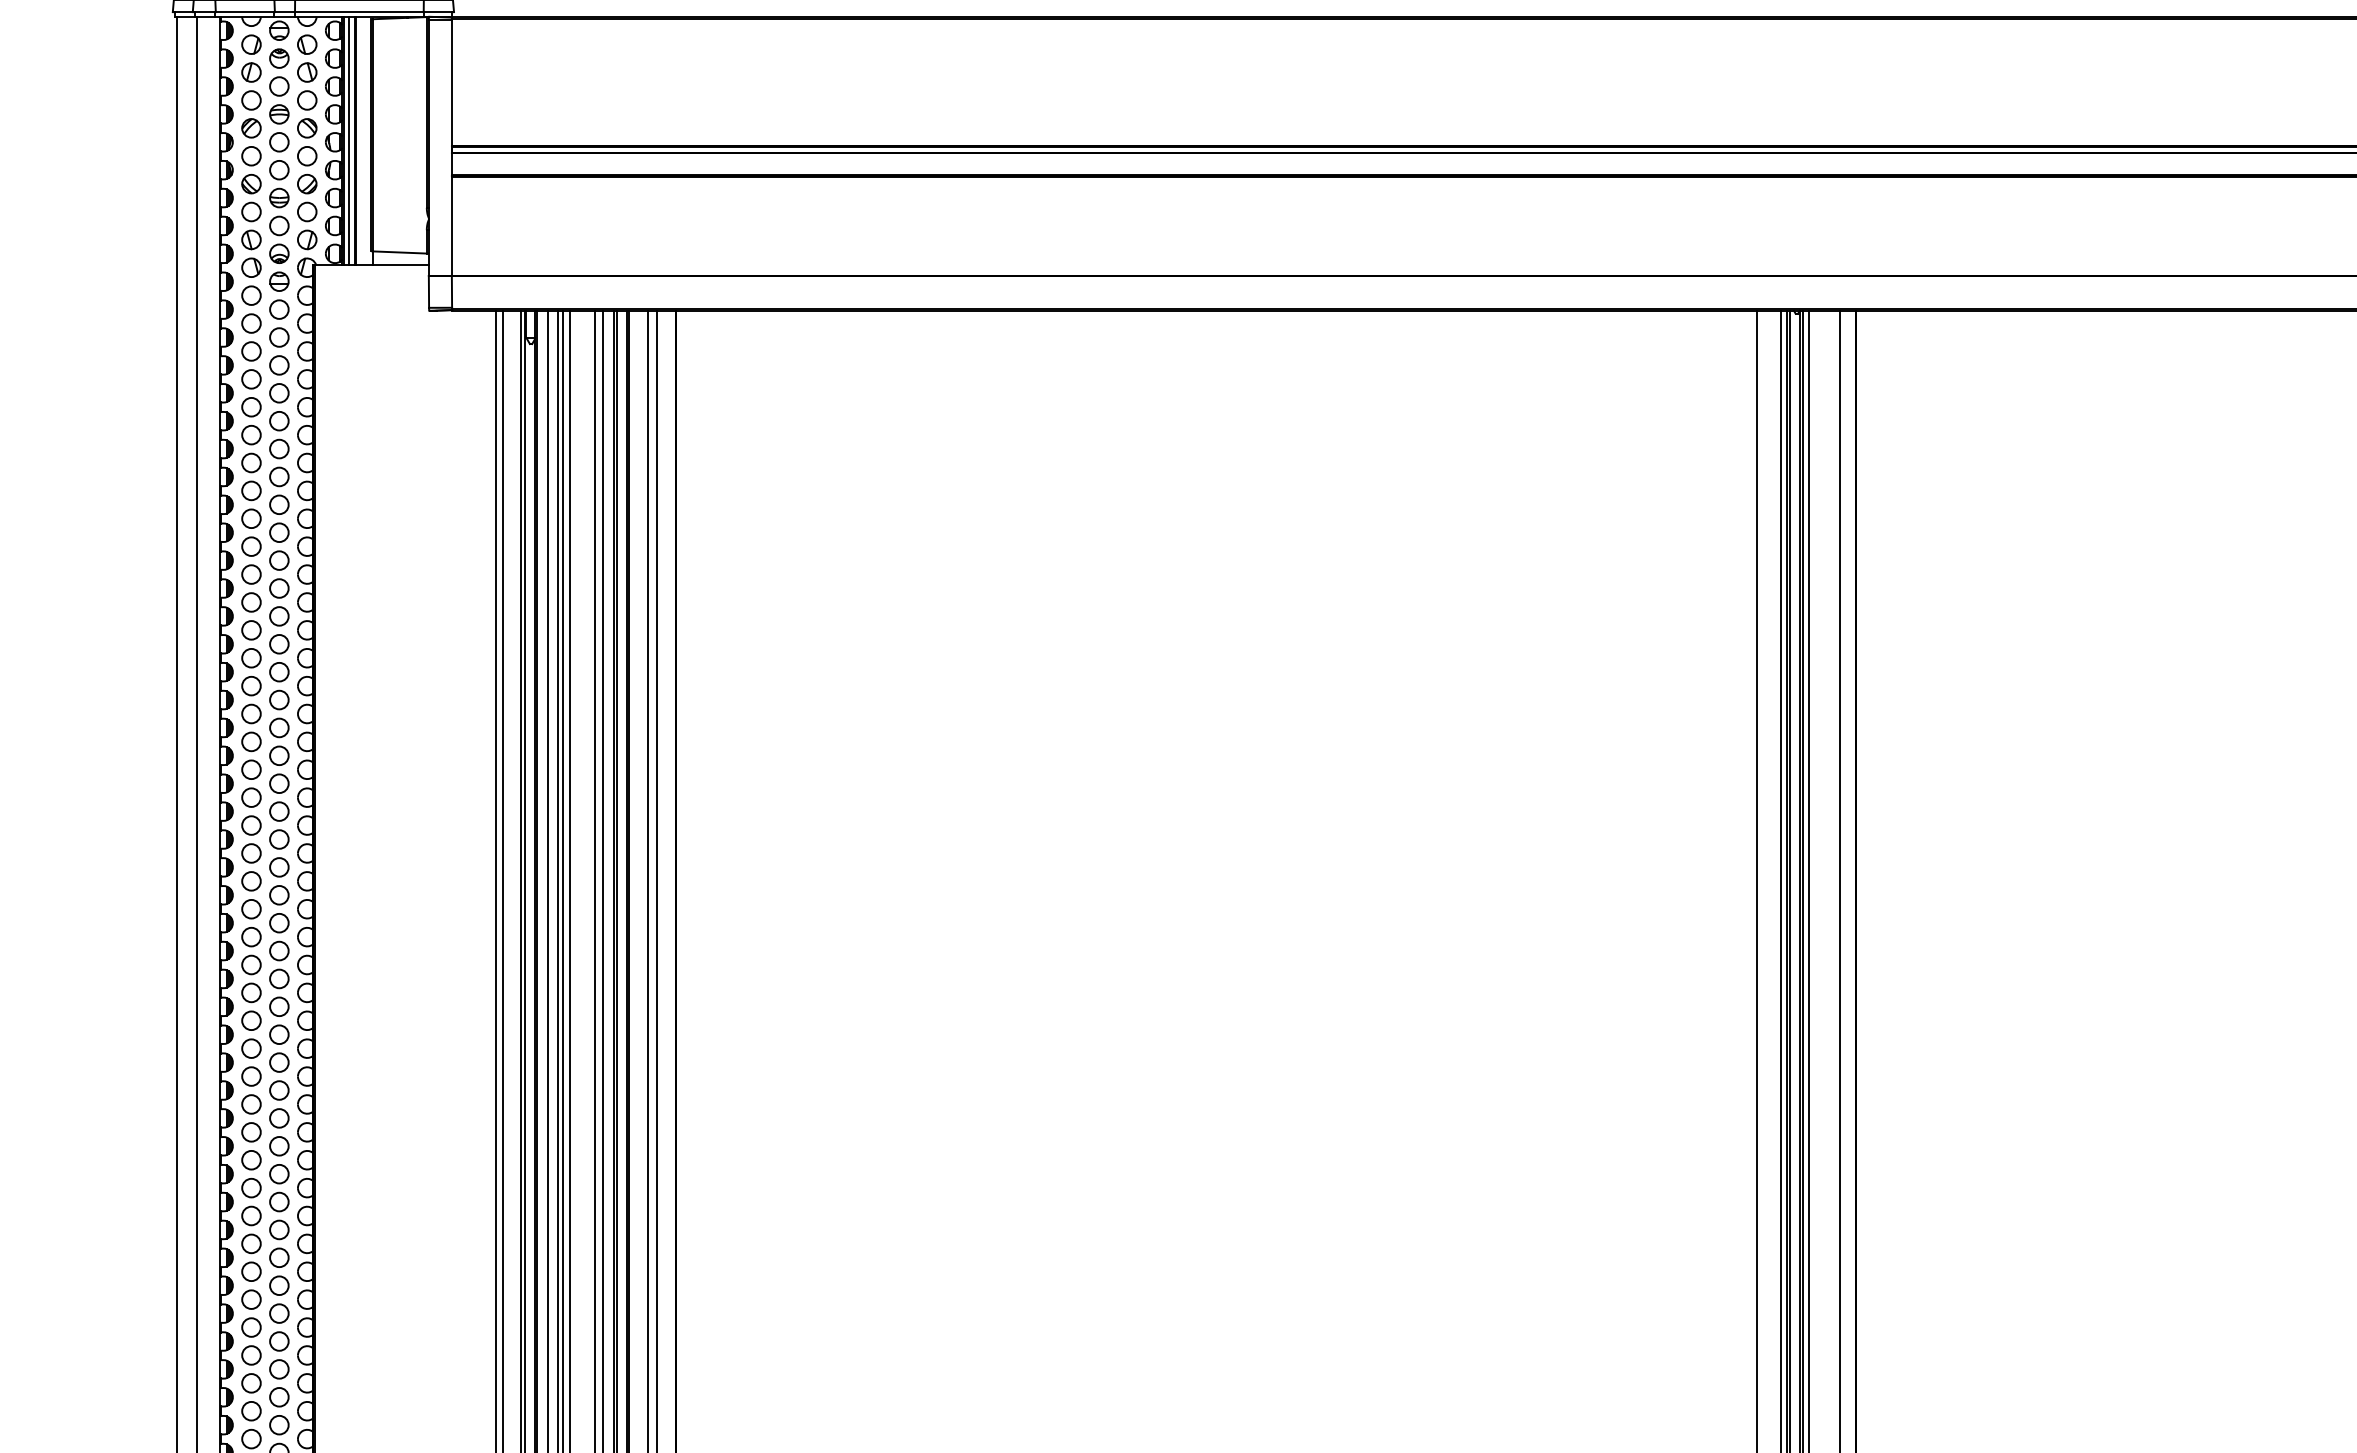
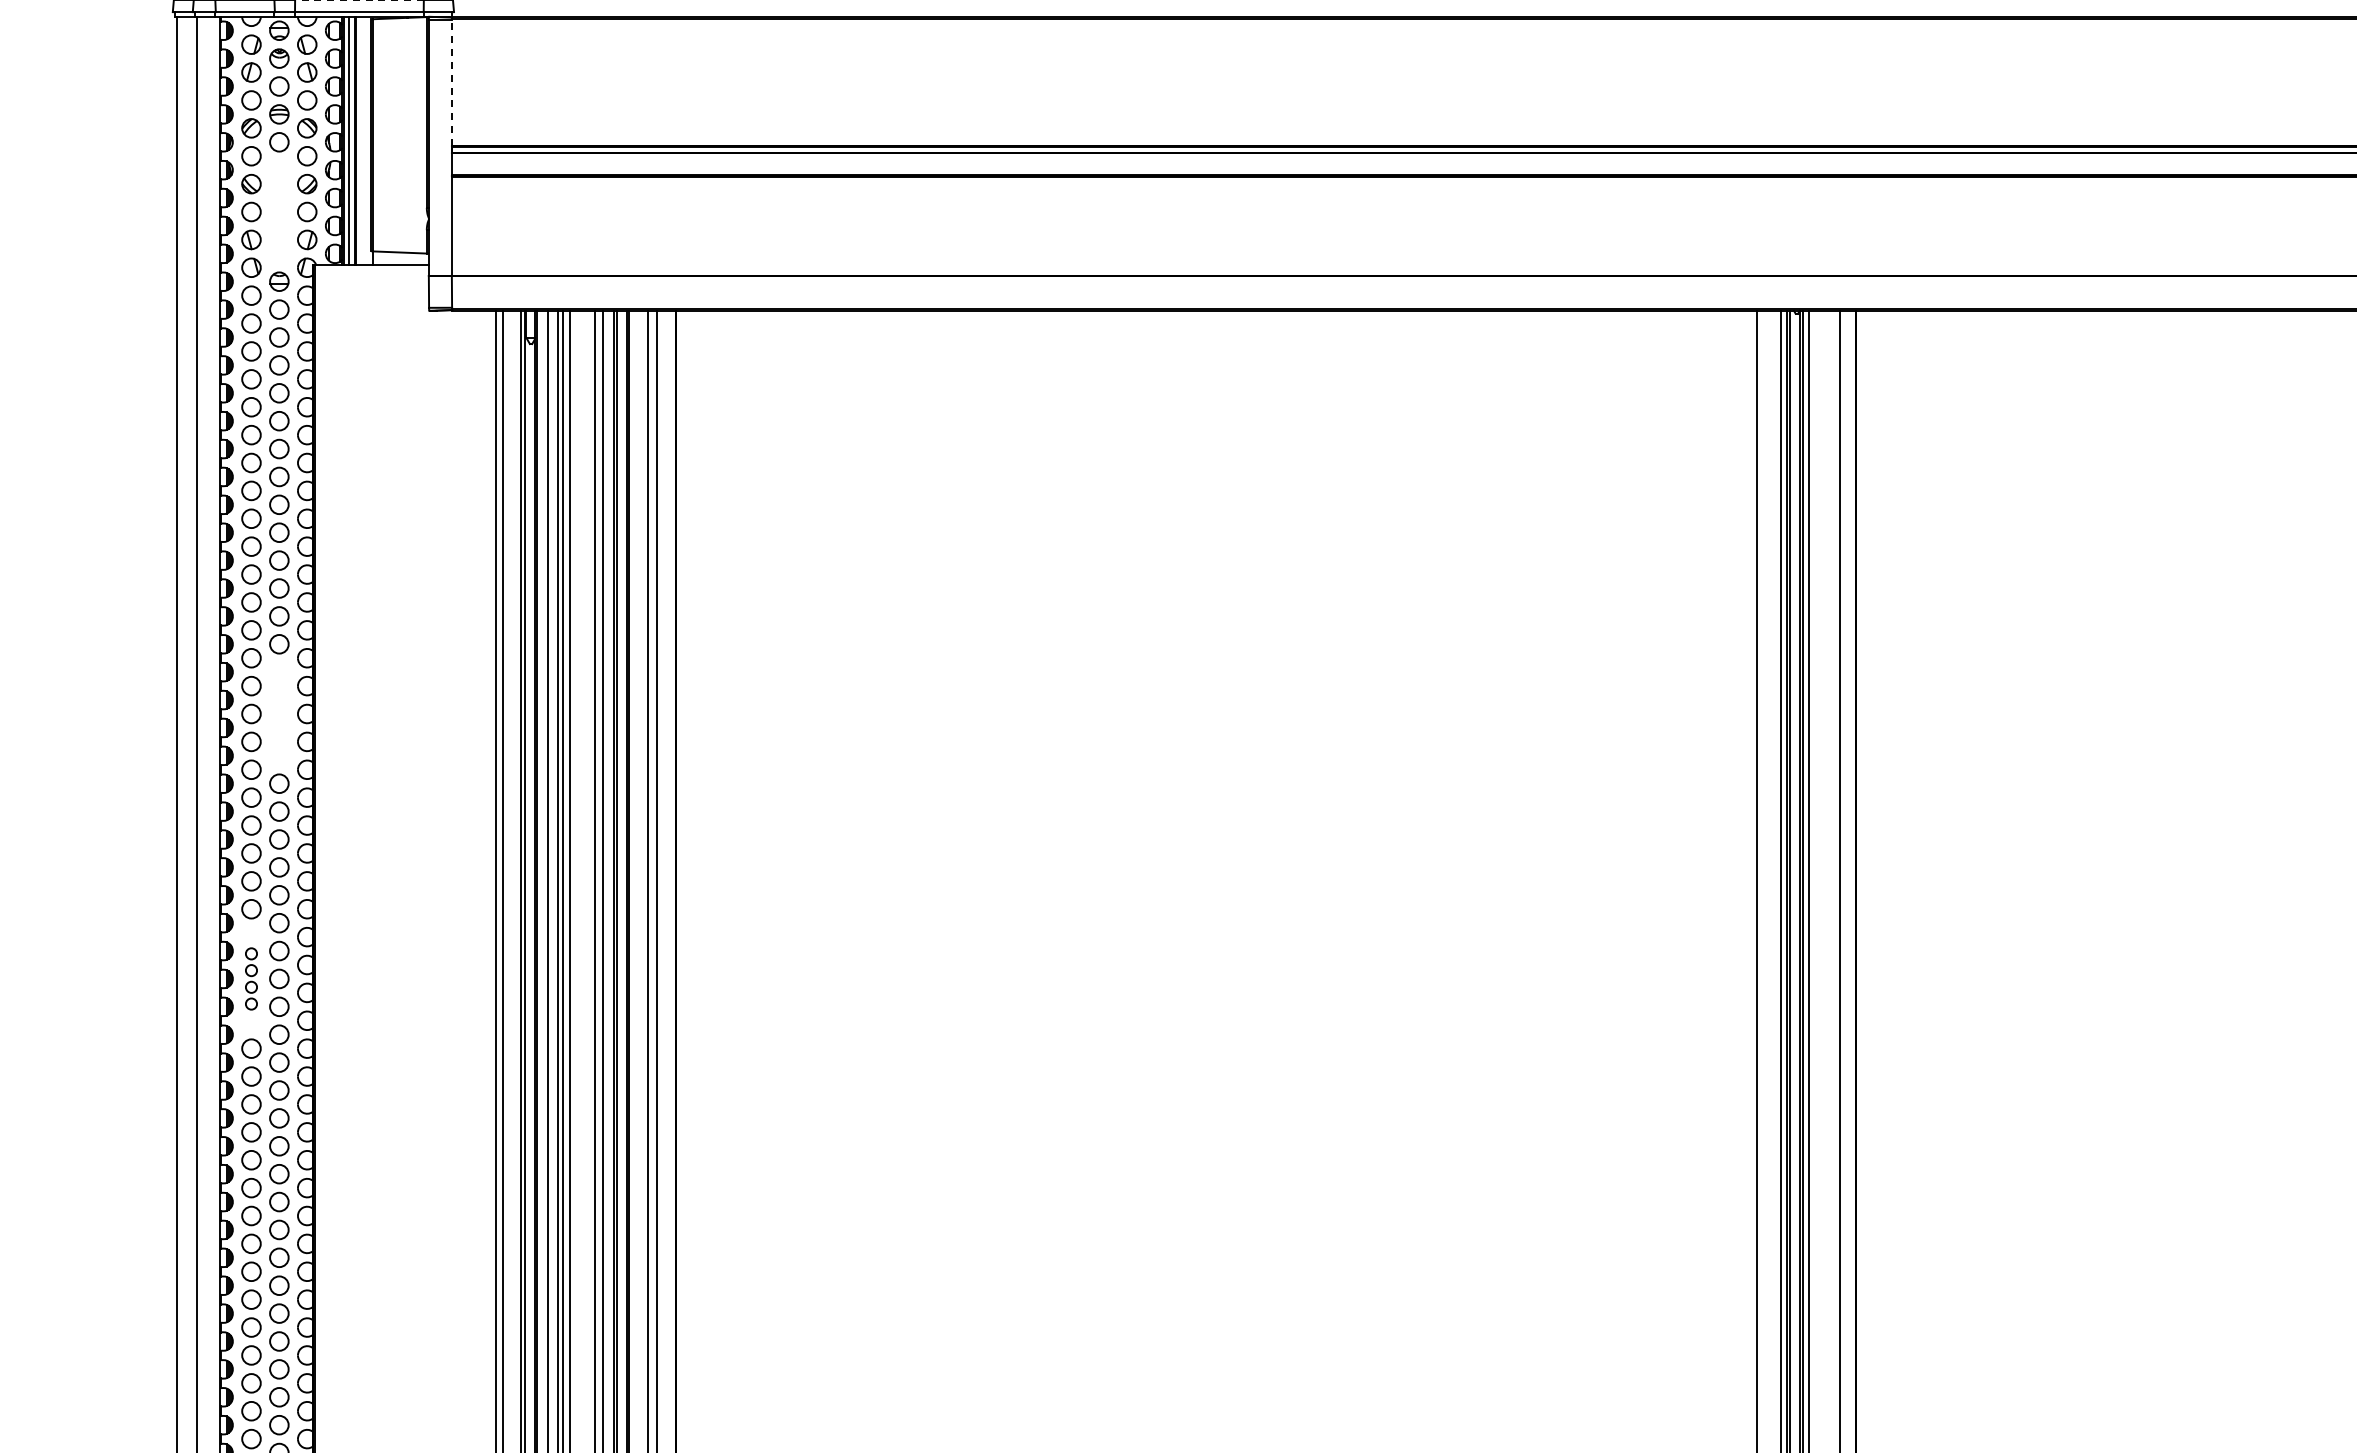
line at (358, 0): solid -> dashed
line at (451, 81): solid -> dashed
part at (279, 211): present -> none
part at (279, 713): present -> none
part at (251, 978) size: 21x104 px -> 13x64 px
